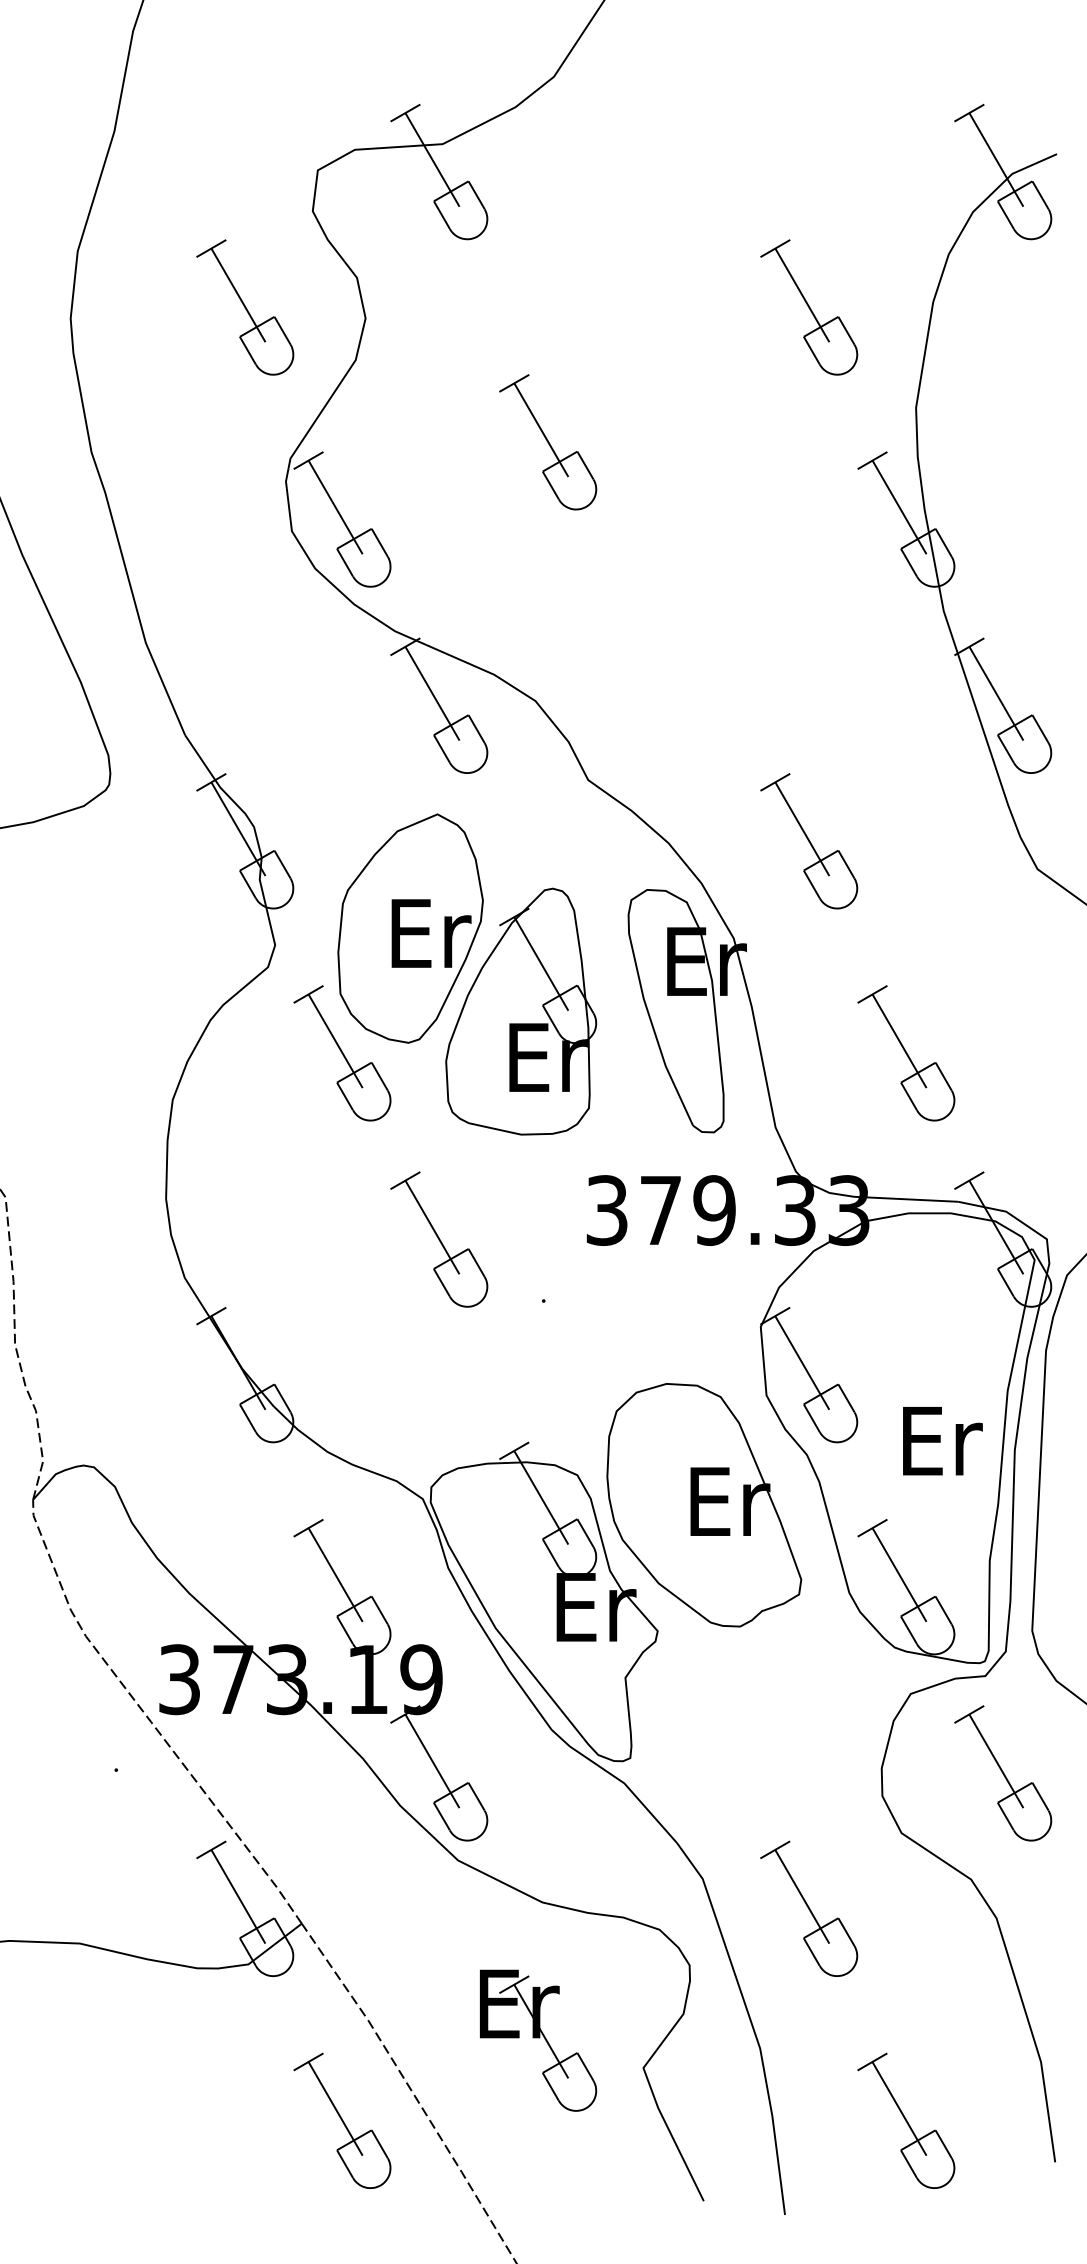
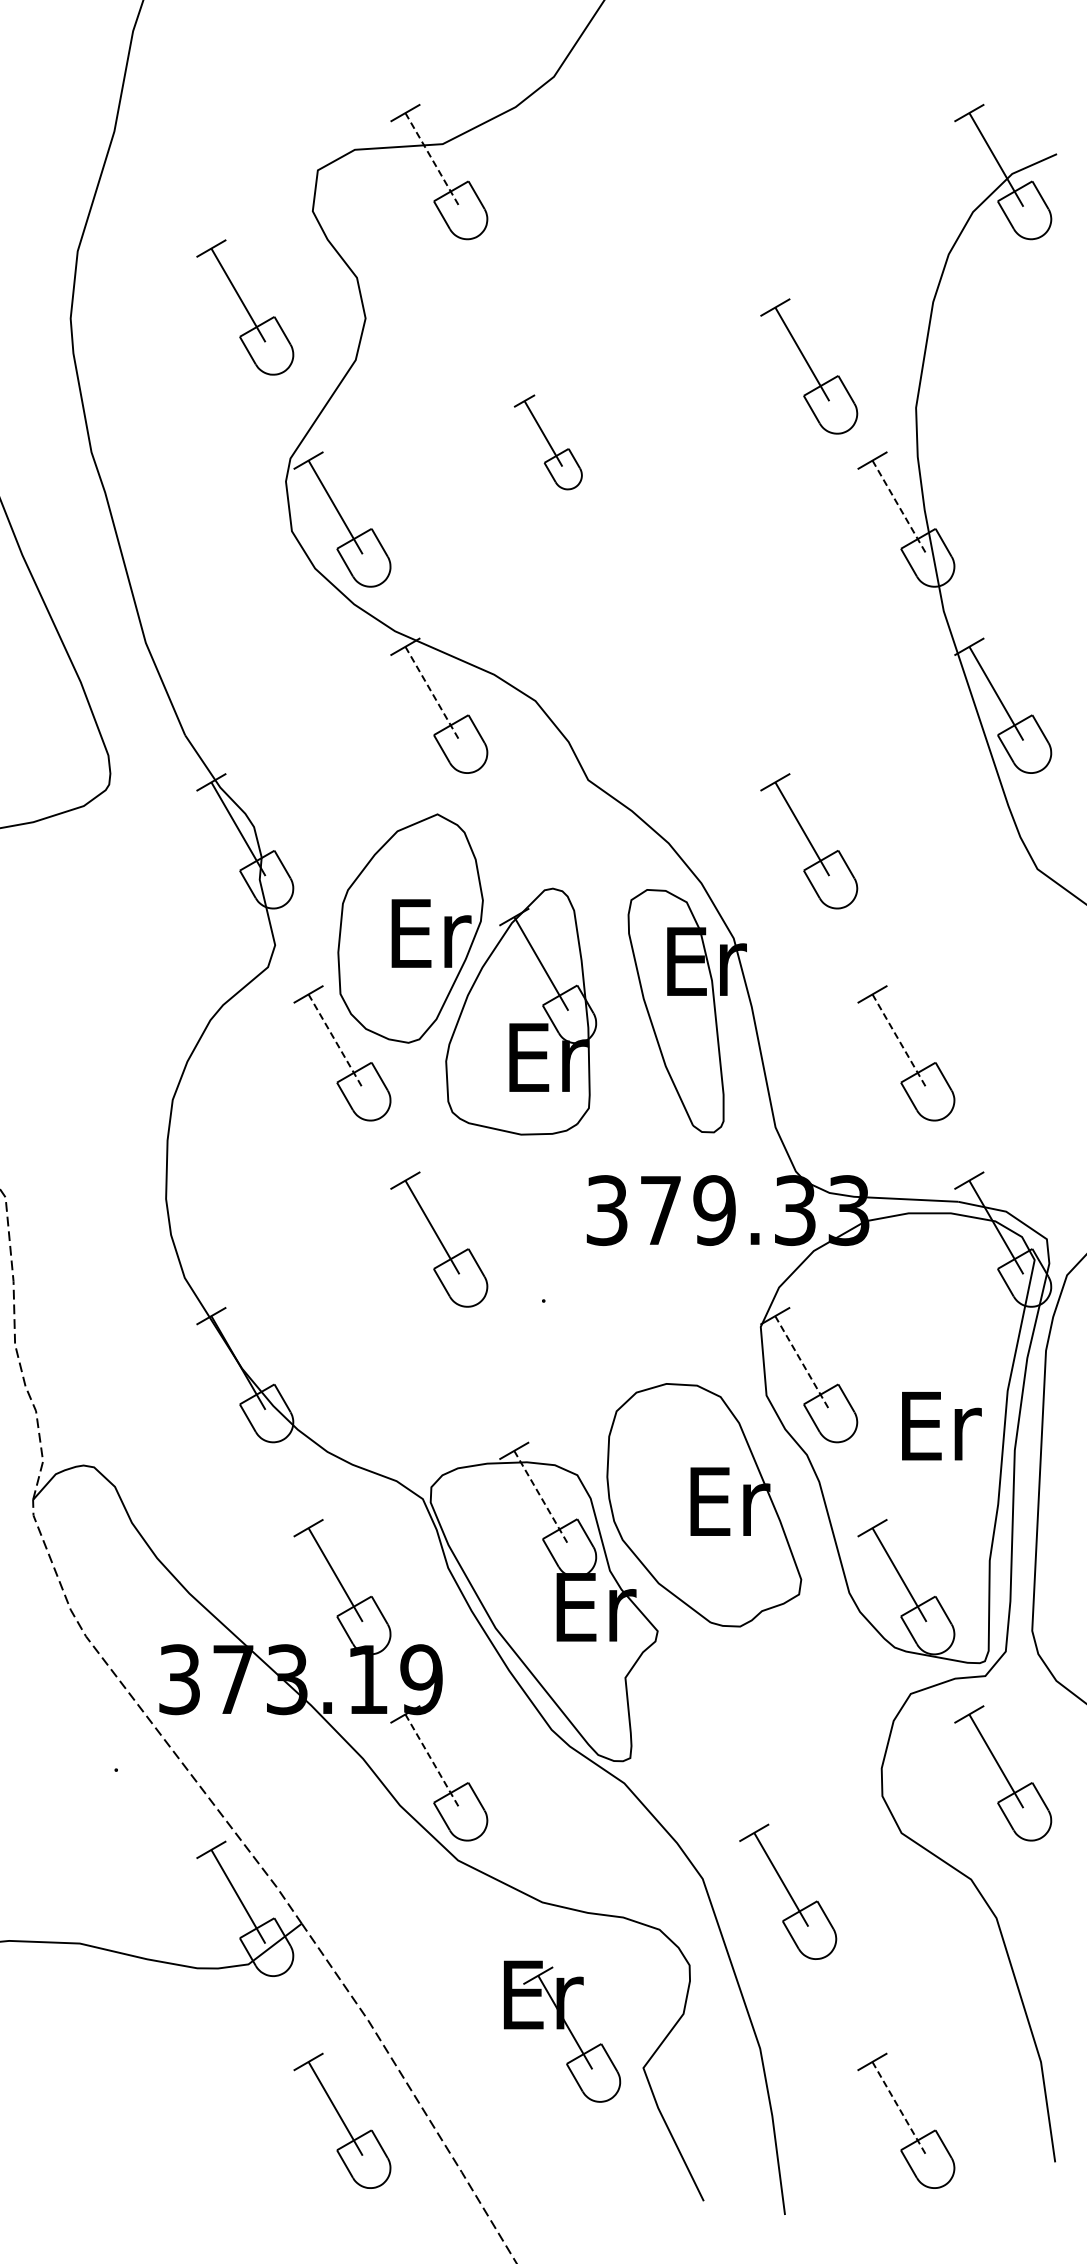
line at (432, 160): solid -> dashed
part at (809, 307) position: (809, 307) -> (809, 366)
part at (548, 442) size: 99x137 px -> 70x97 px
line at (899, 507): solid -> dashed
line at (432, 694): solid -> dashed
line at (335, 1041): solid -> dashed
line at (899, 1041): solid -> dashed
line at (802, 1363): solid -> dashed
text at (942, 1441) position: (942, 1441) -> (941, 1426)
line at (541, 1498): solid -> dashed
line at (432, 1761): solid -> dashed
part at (809, 1908) position: (809, 1908) -> (788, 1891)
part at (538, 2040) position: (538, 2040) -> (562, 2031)
line at (899, 2109): solid -> dashed
